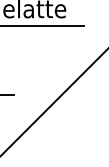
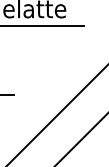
line at (53, 102) position: (53, 102) -> (57, 115)
line at (81, 139): none -> present
